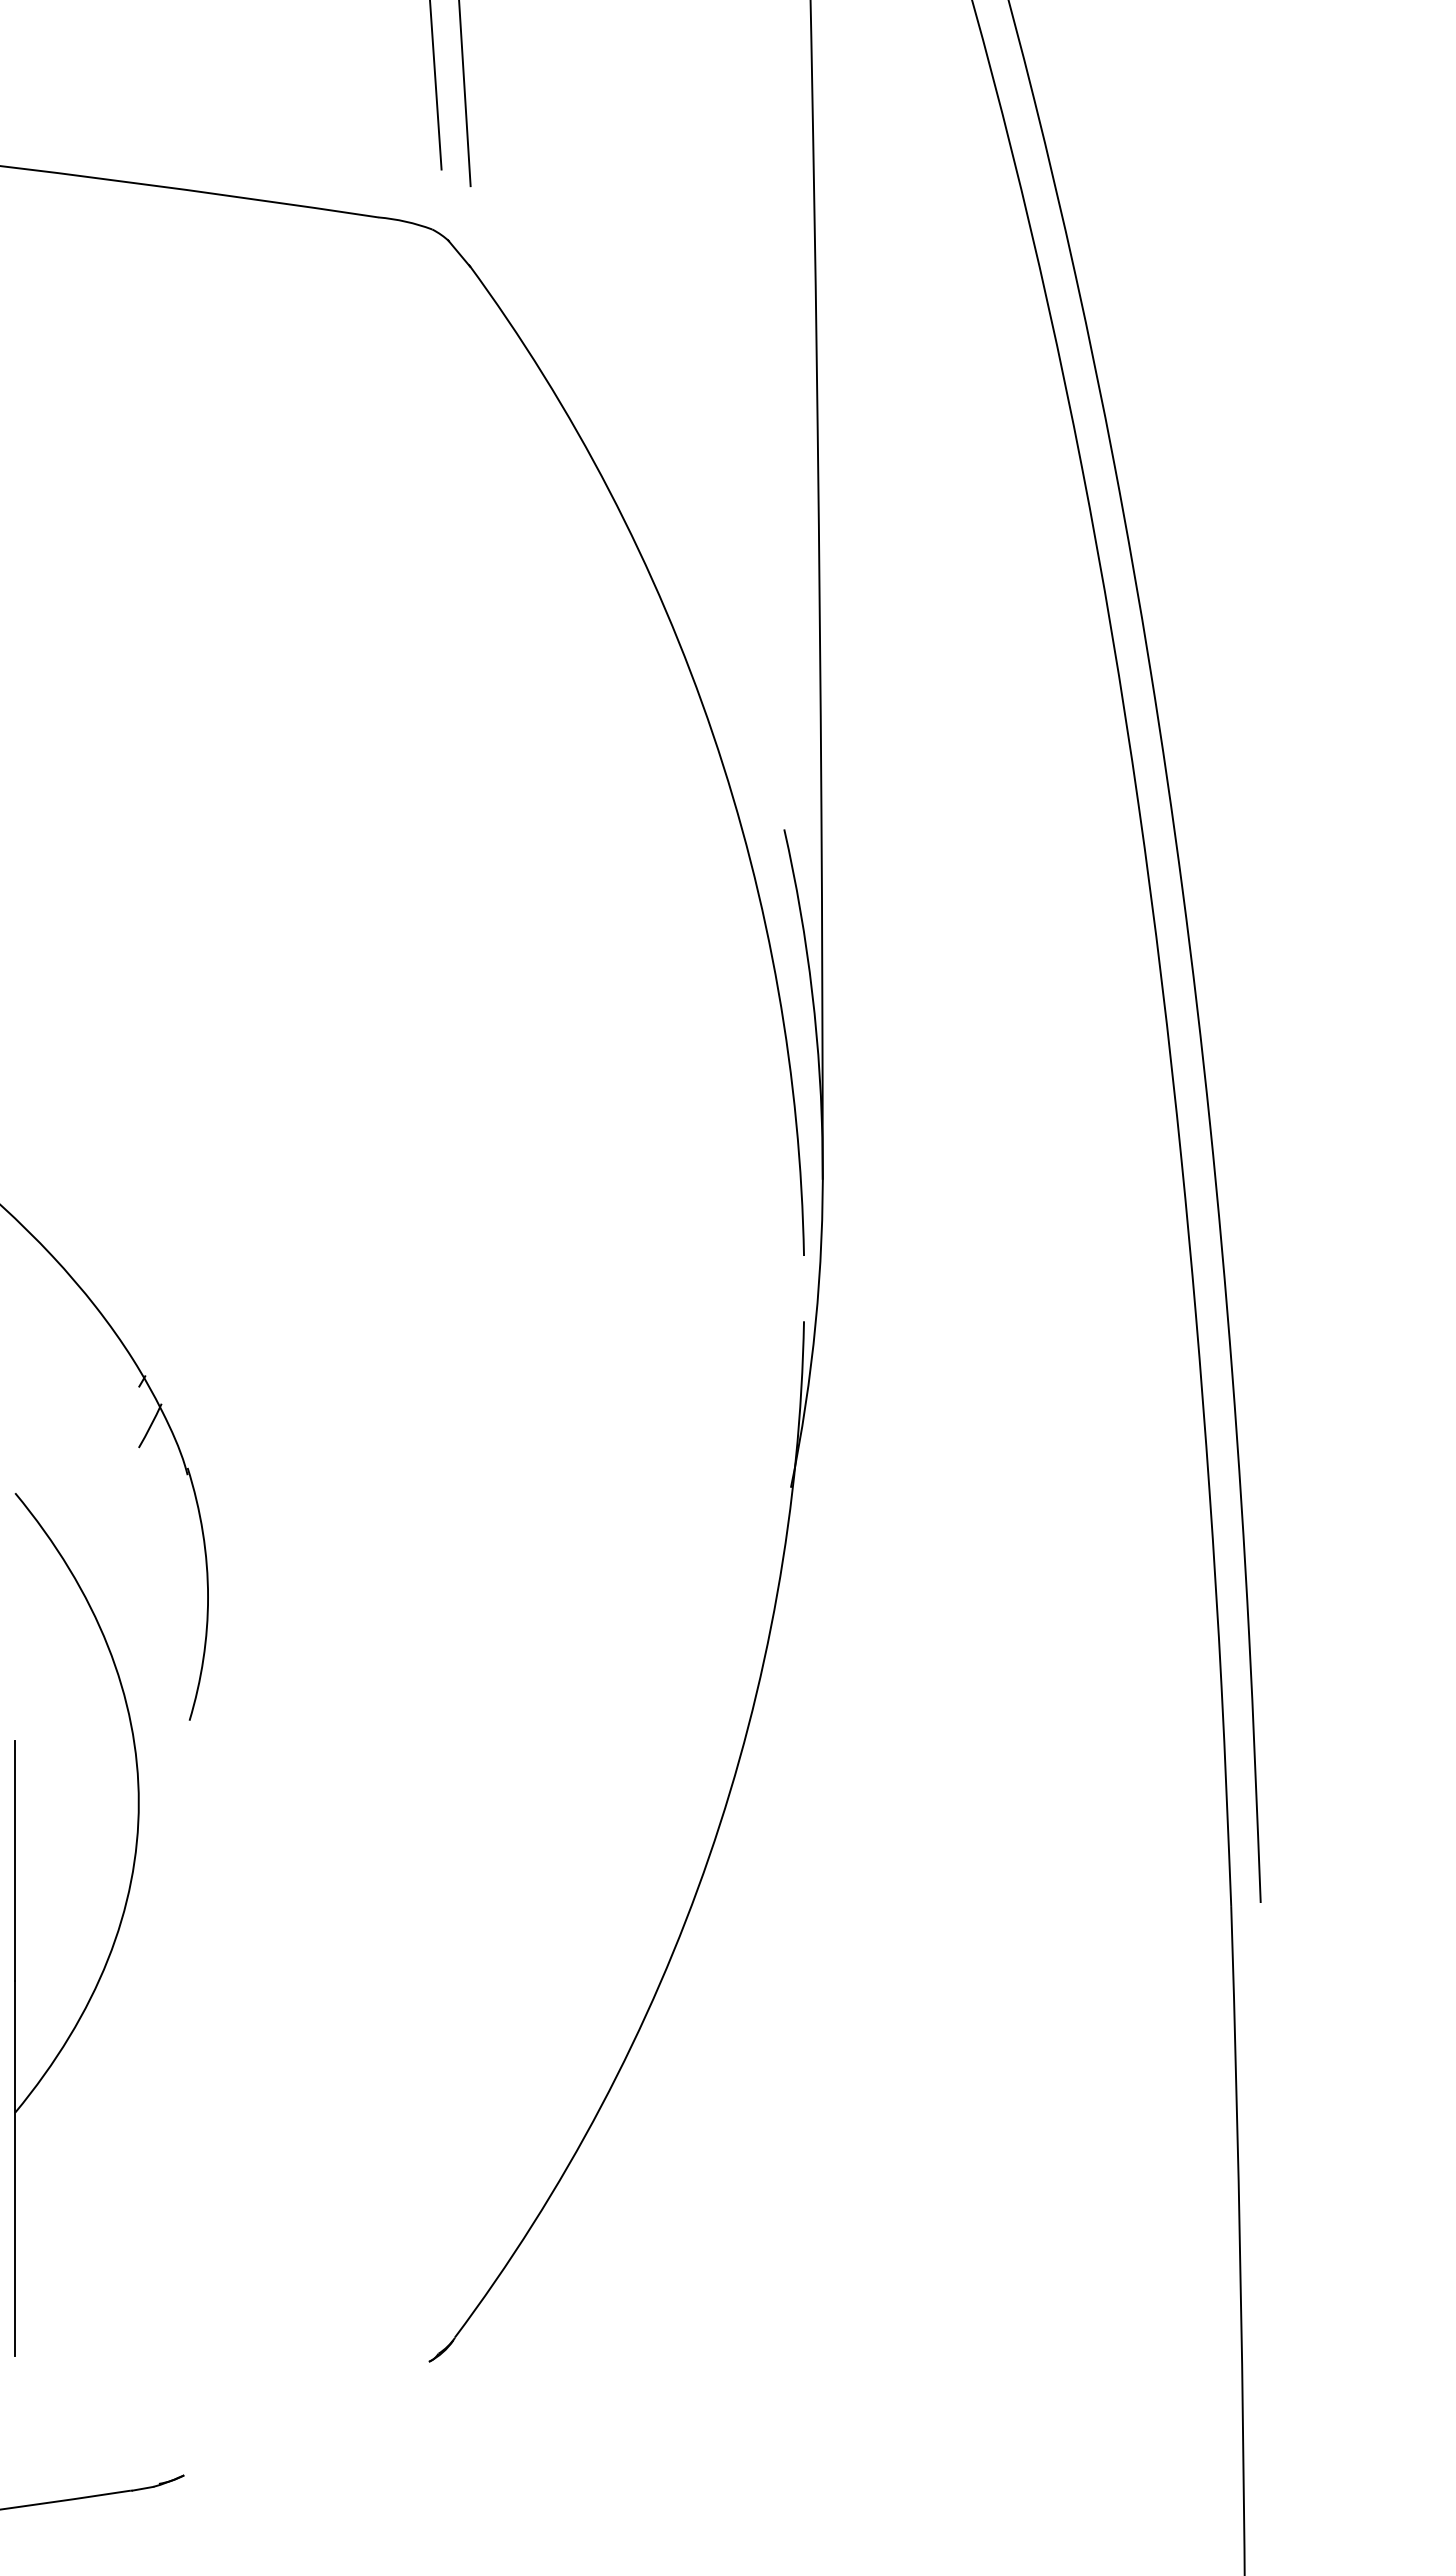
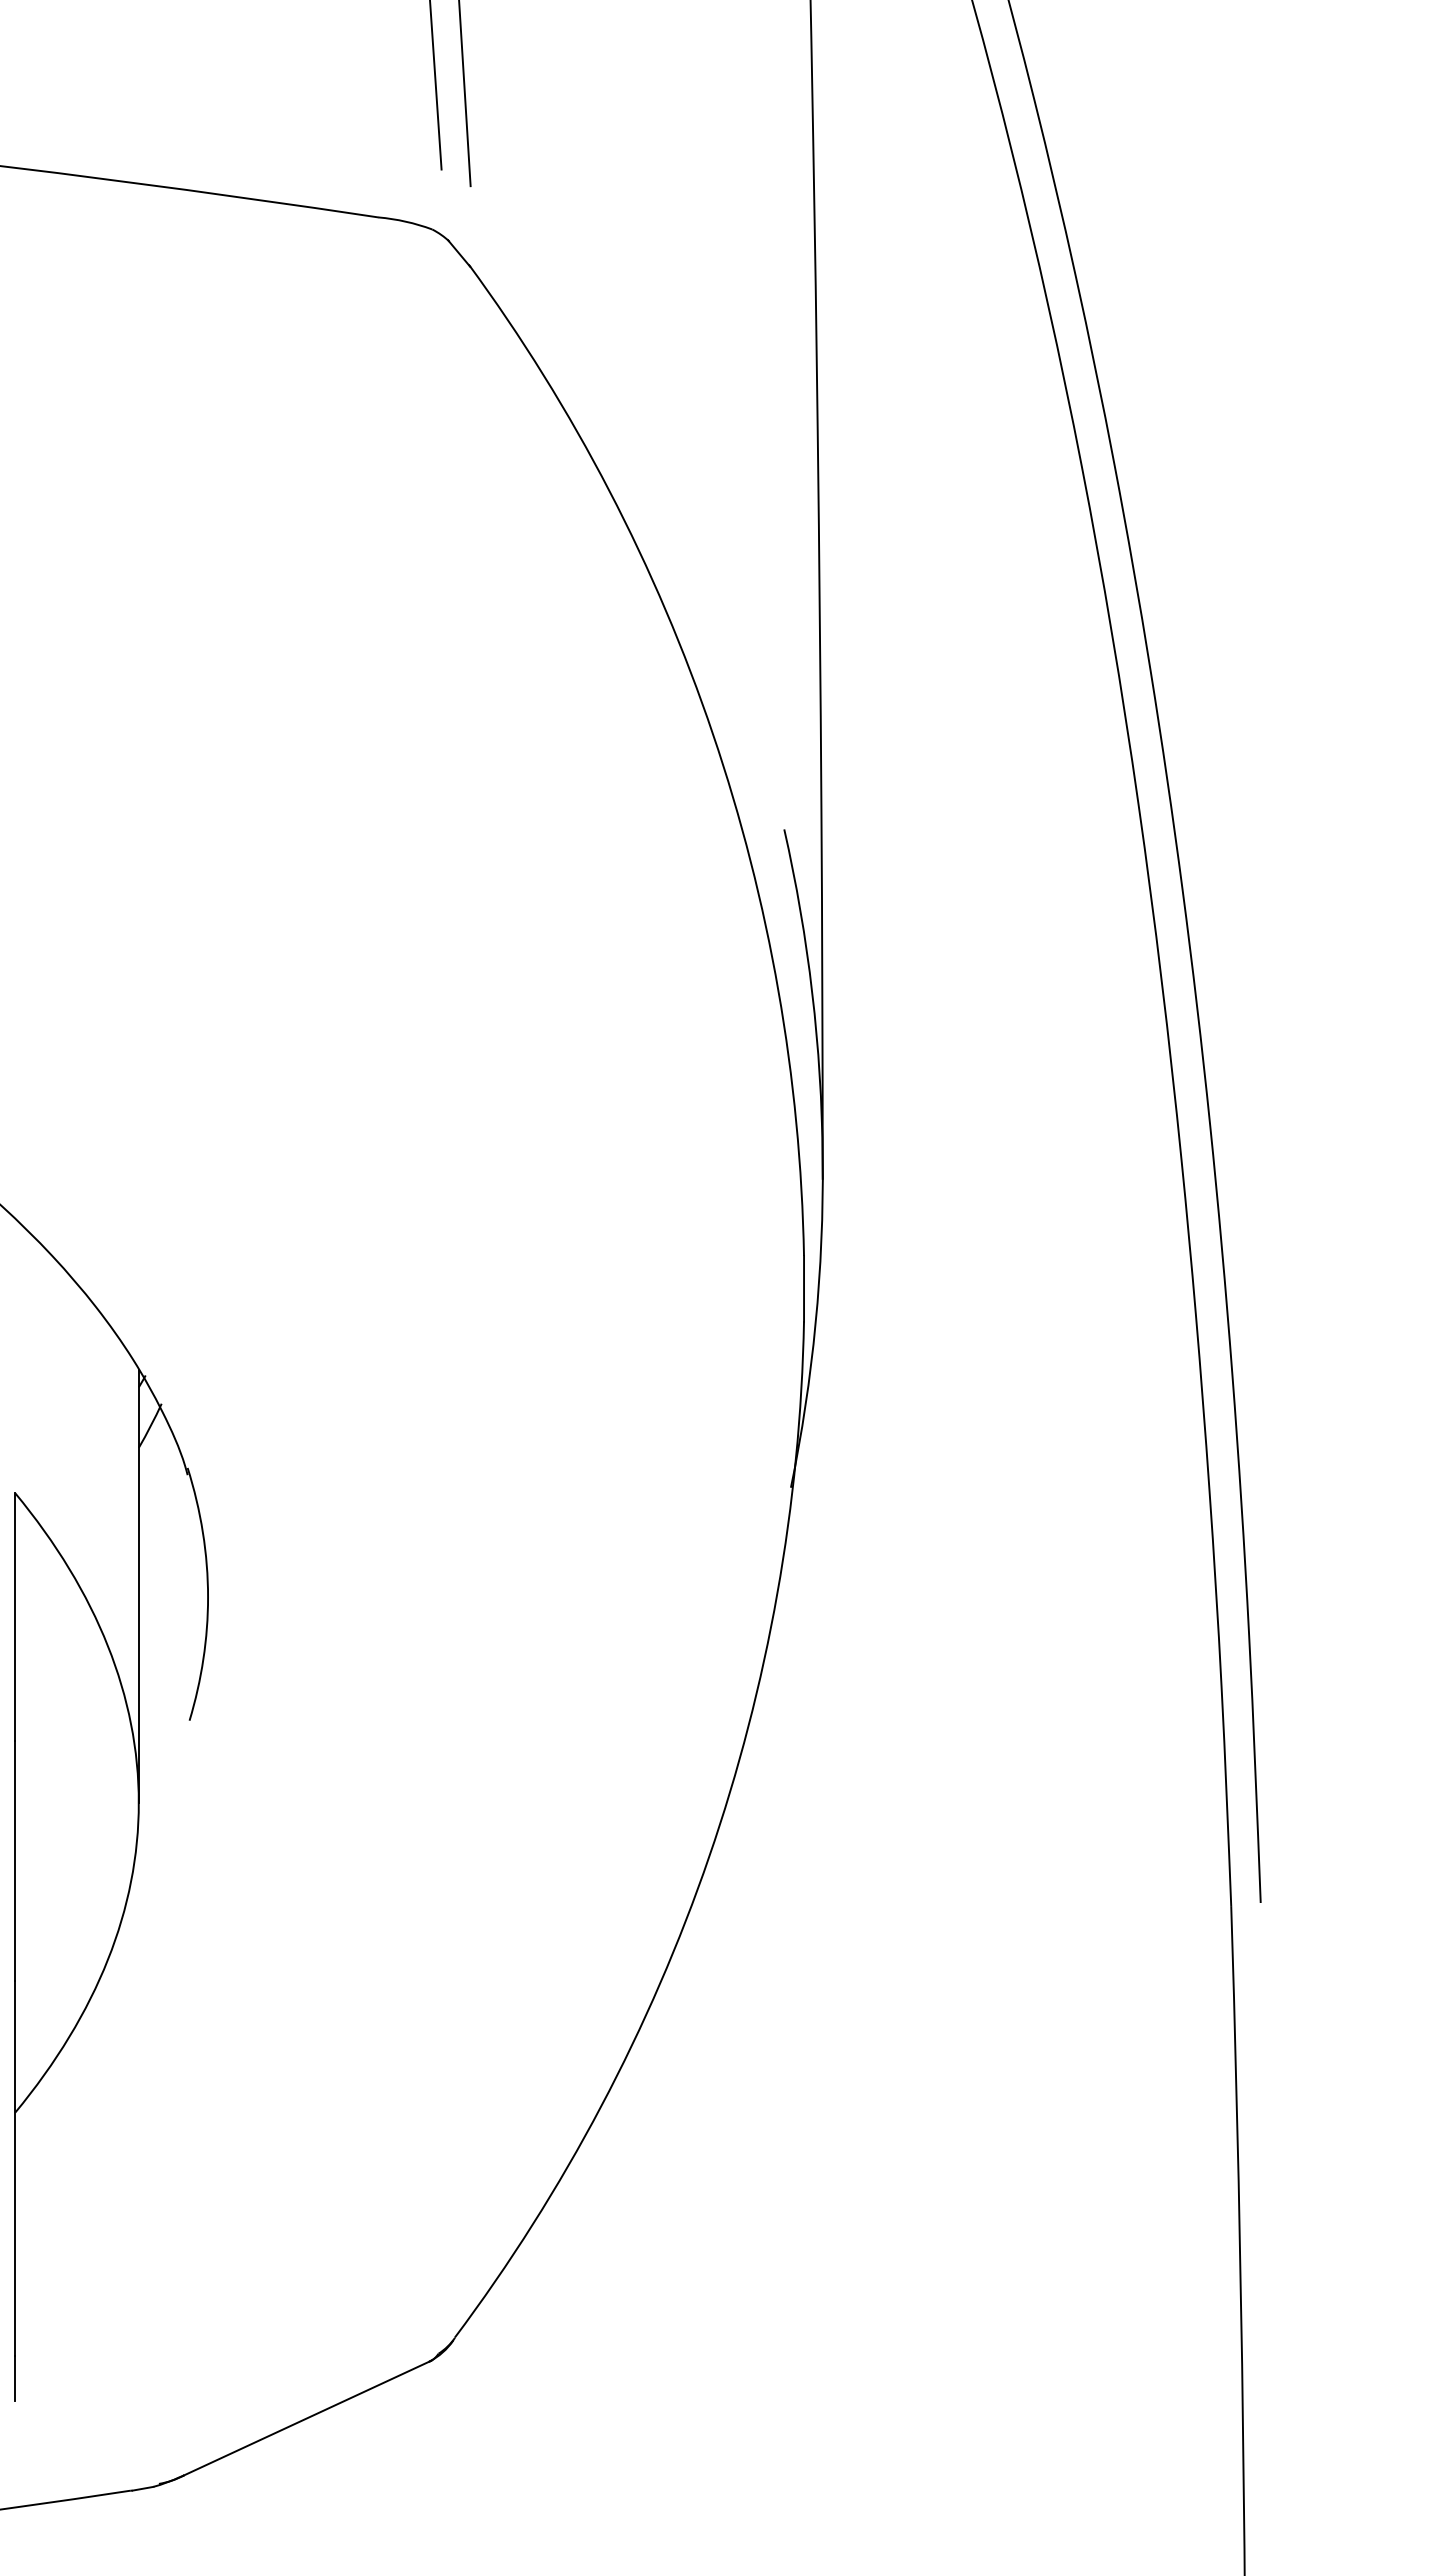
line at (804, 1288): none -> present
line at (138, 1585): none -> present
line at (15, 1616): none -> present
line at (15, 2378): none -> present
line at (307, 2417): none -> present
